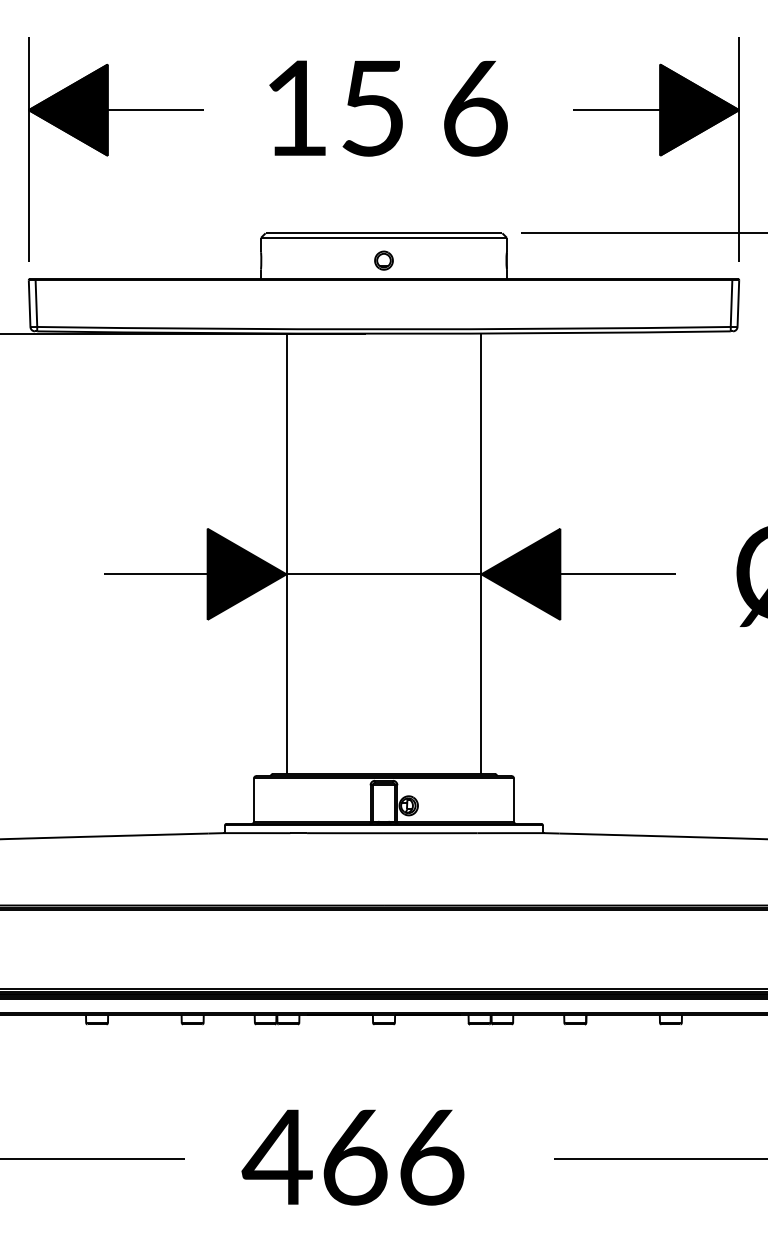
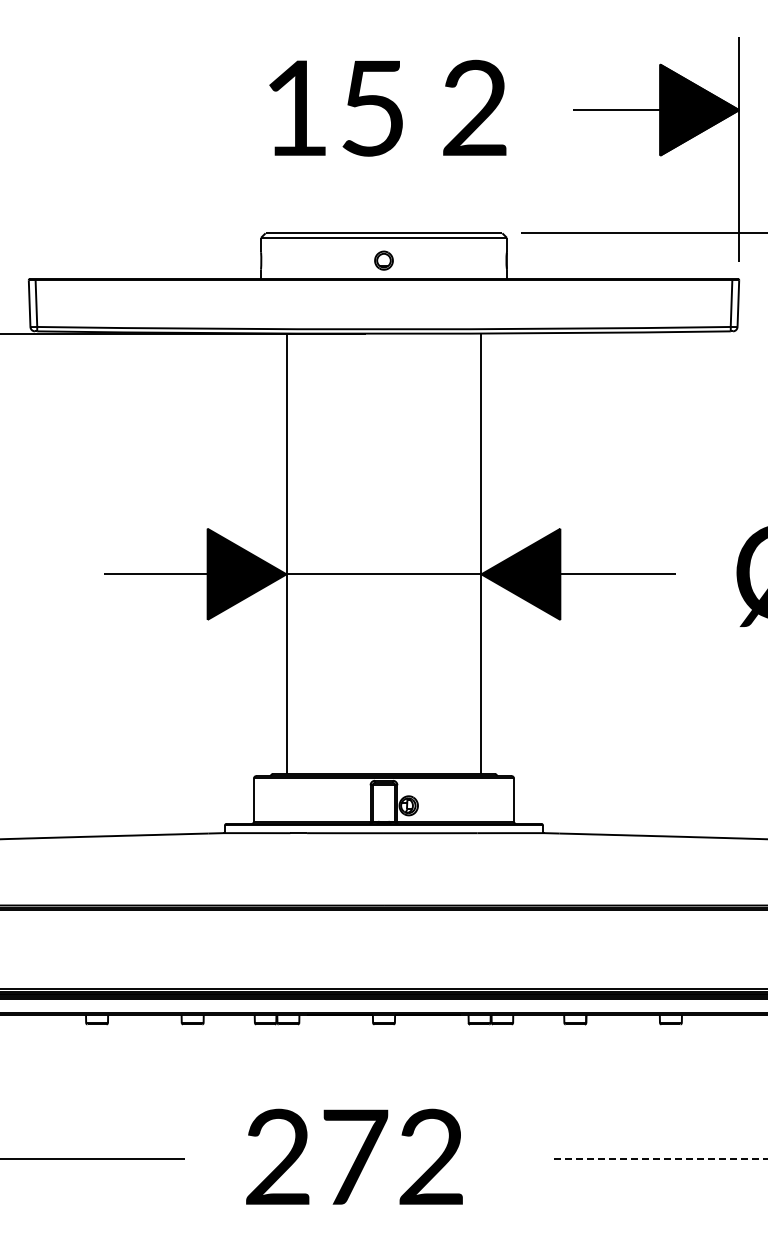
text at (475, 107): 6 -> 2
part at (108, 149): present -> none
text at (352, 1156): 466 -> 272
line at (661, 1159): solid -> dashed
